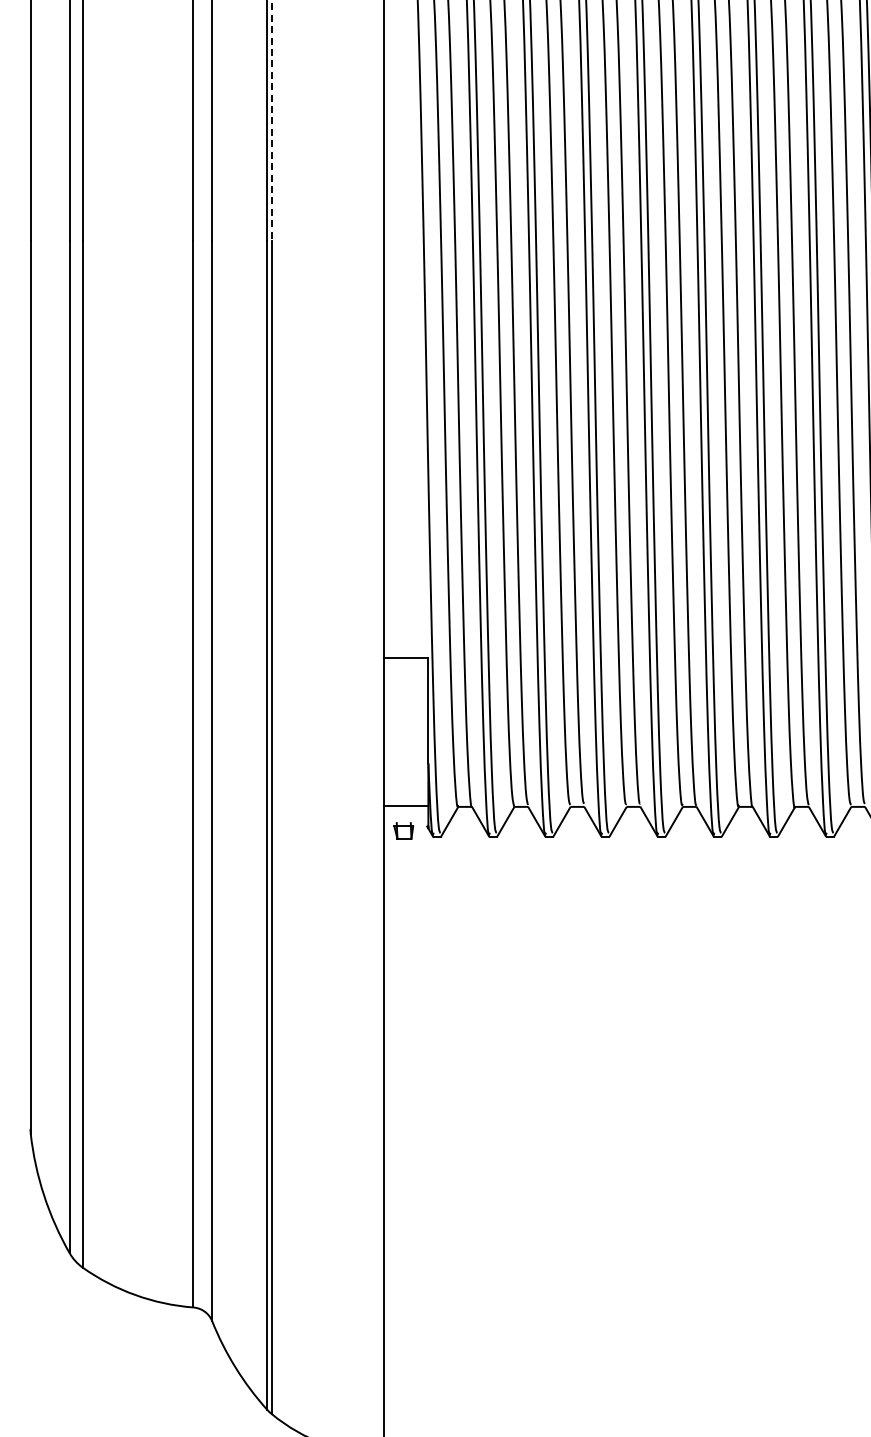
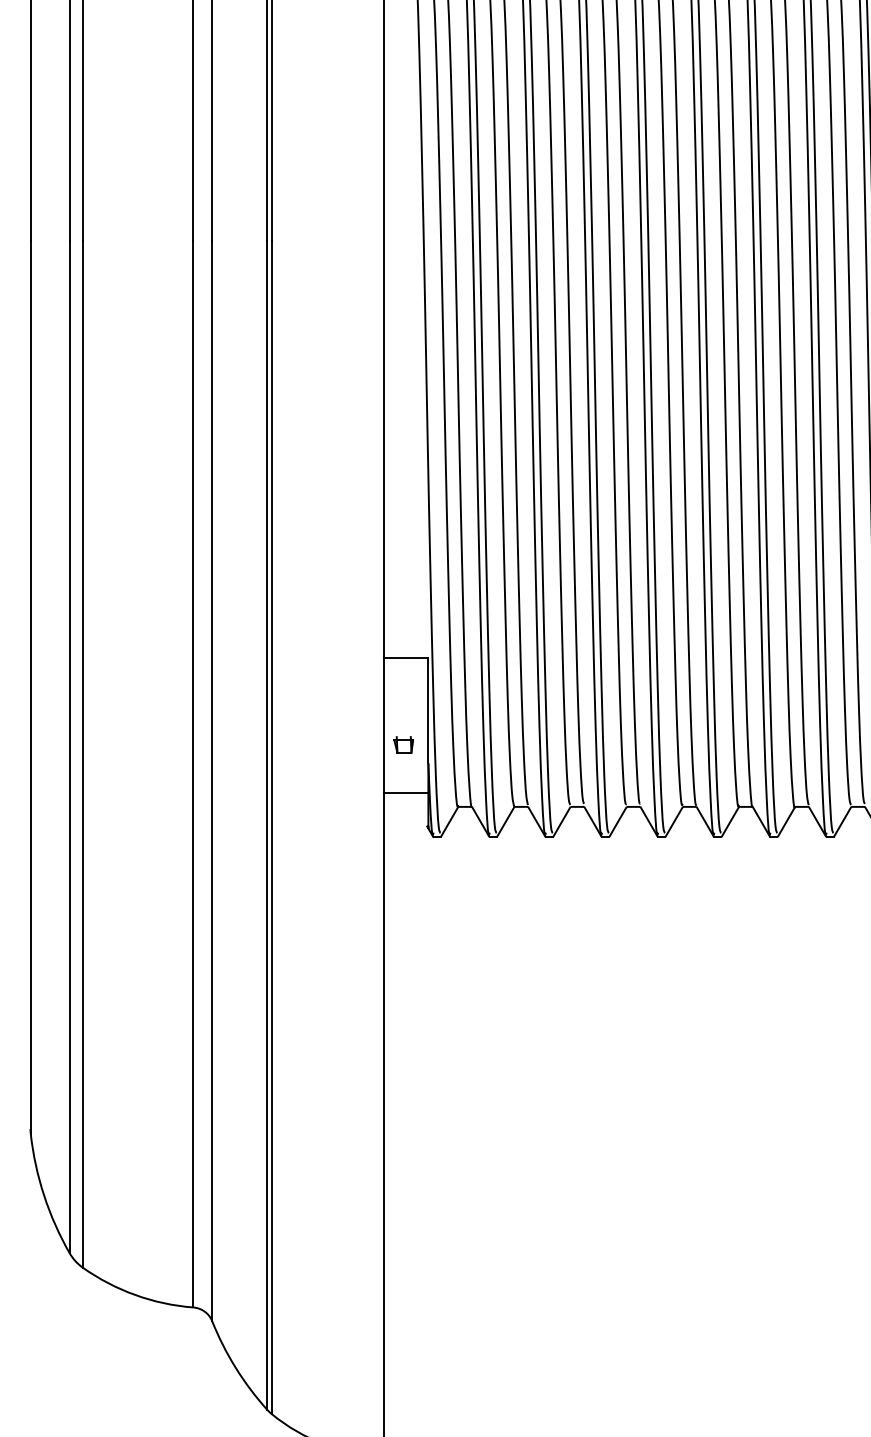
line at (271, 120): dashed -> solid
line at (406, 806) position: (406, 806) -> (406, 793)
part at (403, 830) position: (403, 830) -> (403, 744)
